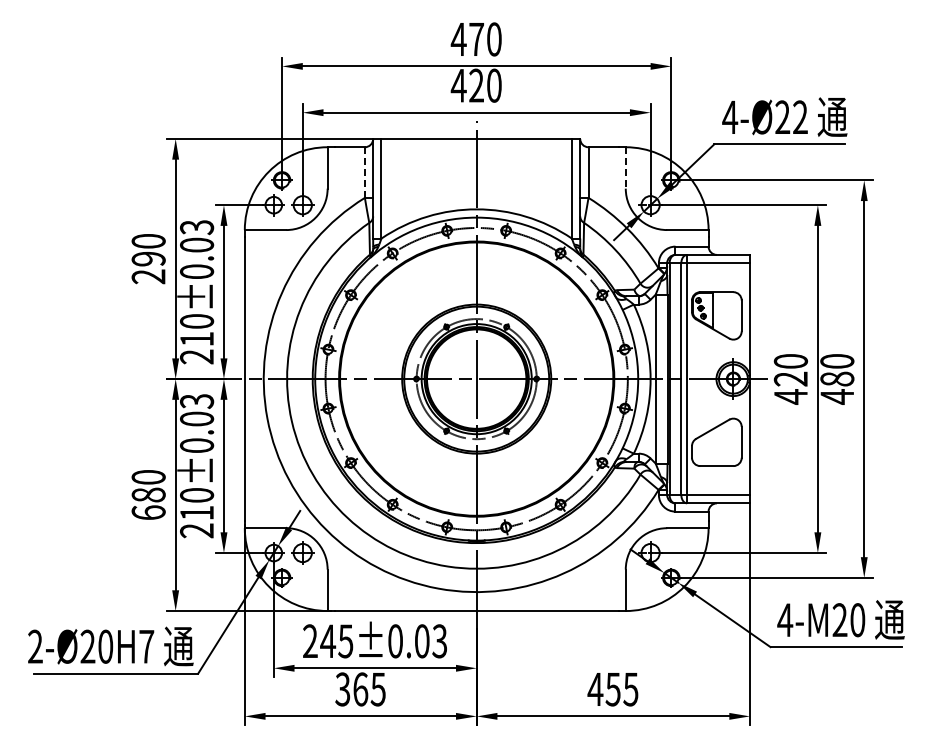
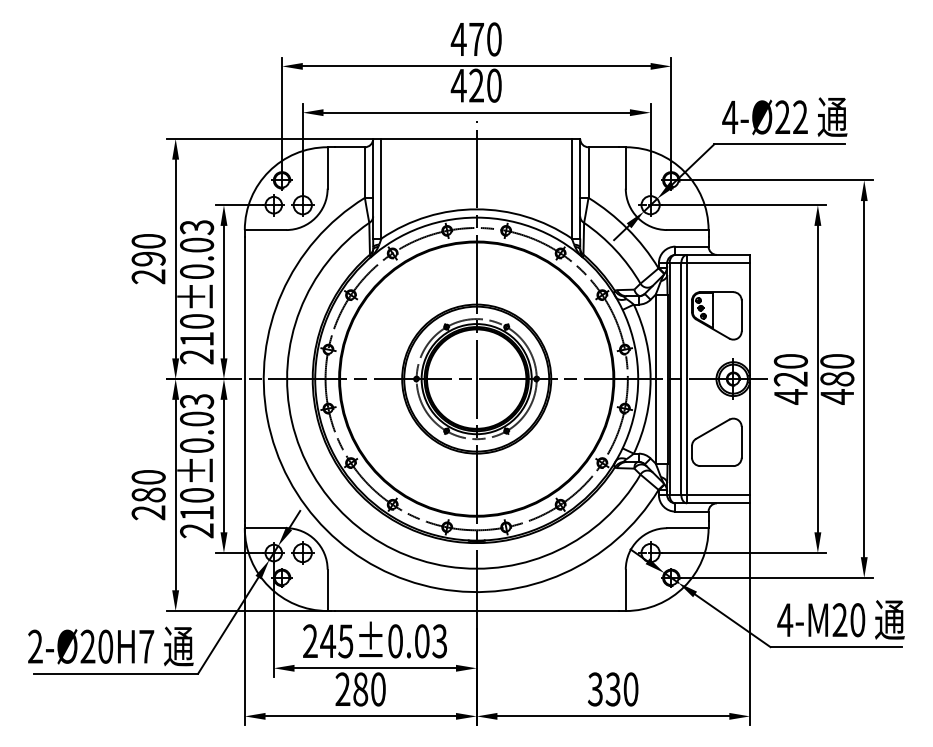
line at (625, 167): dashed -> solid
line at (364, 172): dashed -> solid
text at (148, 512): 680 -> 280
text at (360, 689): 365 -> 280
text at (612, 689): 455 -> 330
